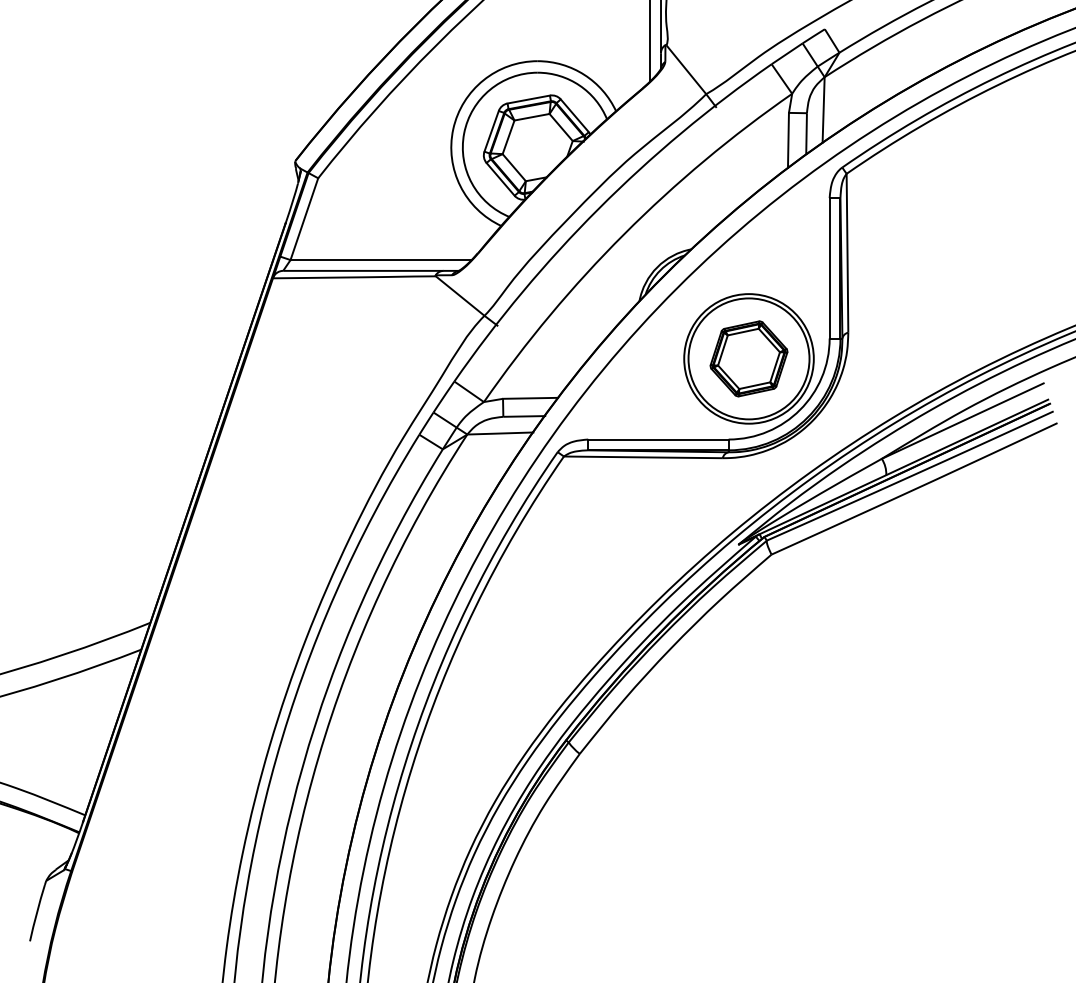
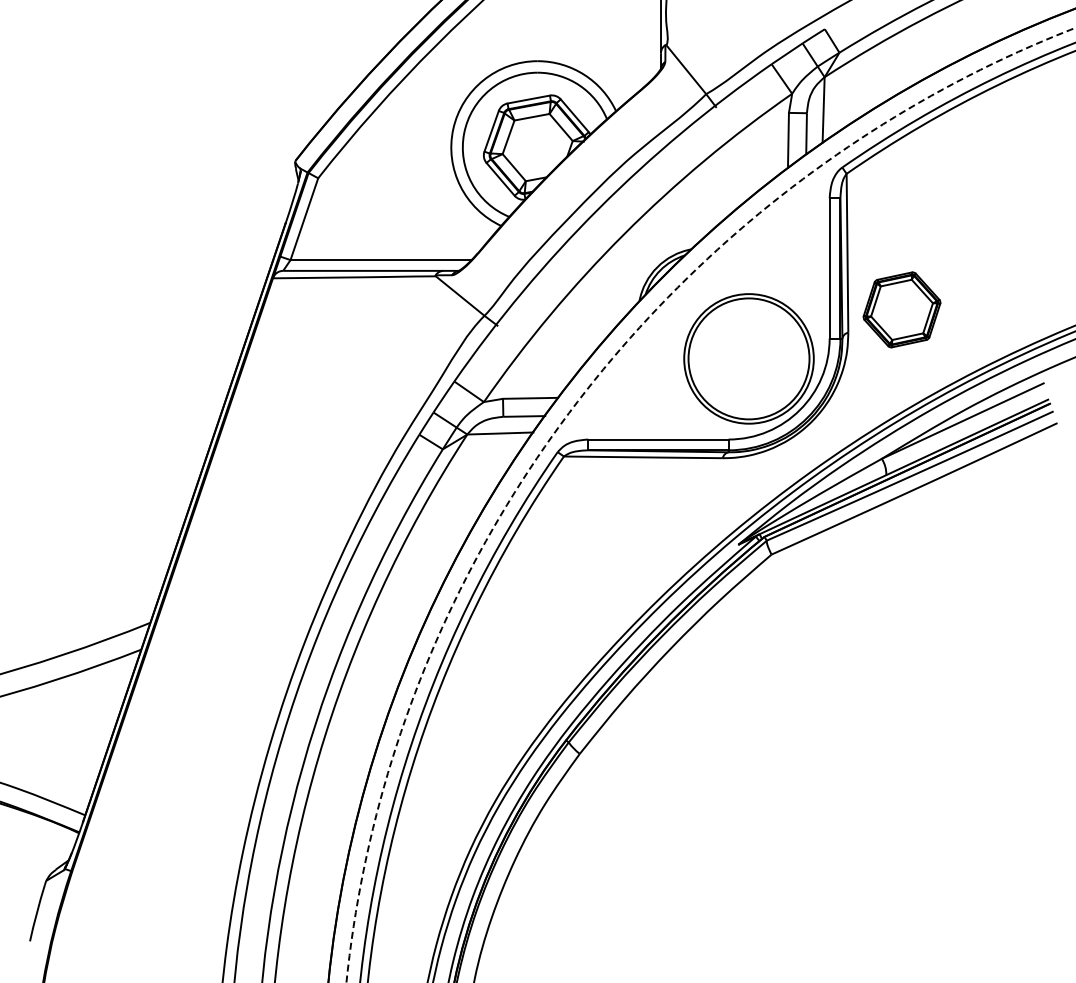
line at (650, 41): present -> none
part at (748, 358) position: (748, 358) -> (901, 309)
circle at (710, 505): solid -> dashed
